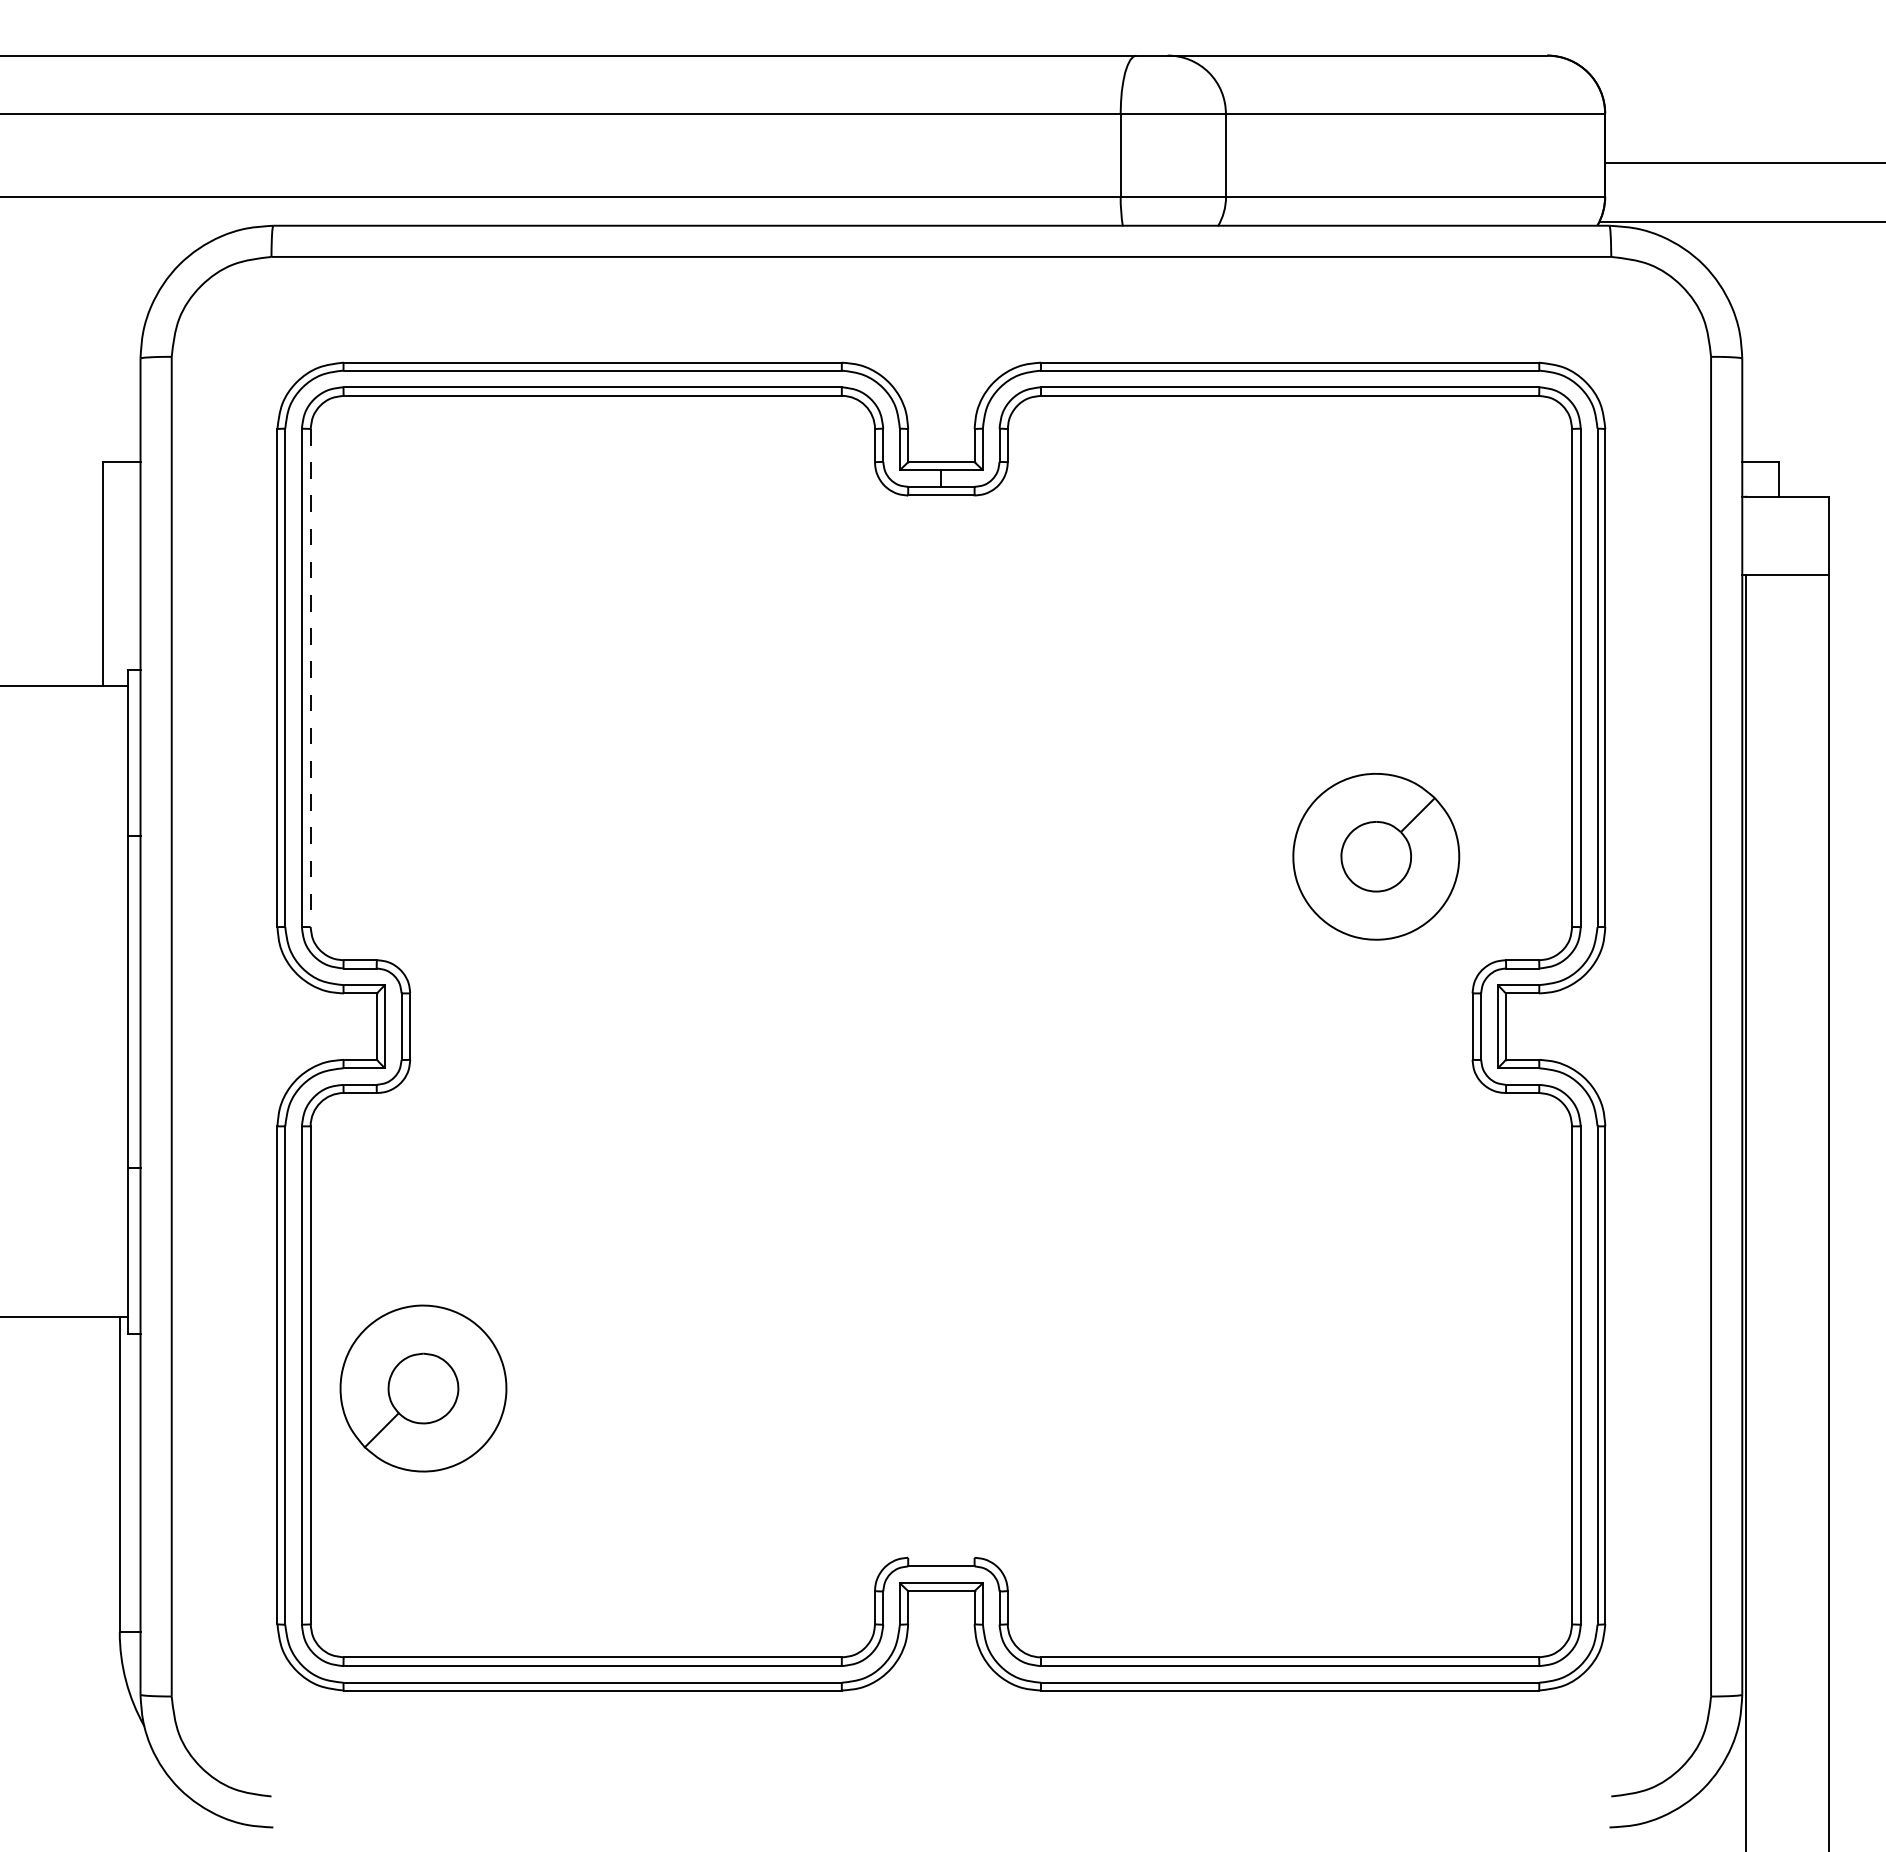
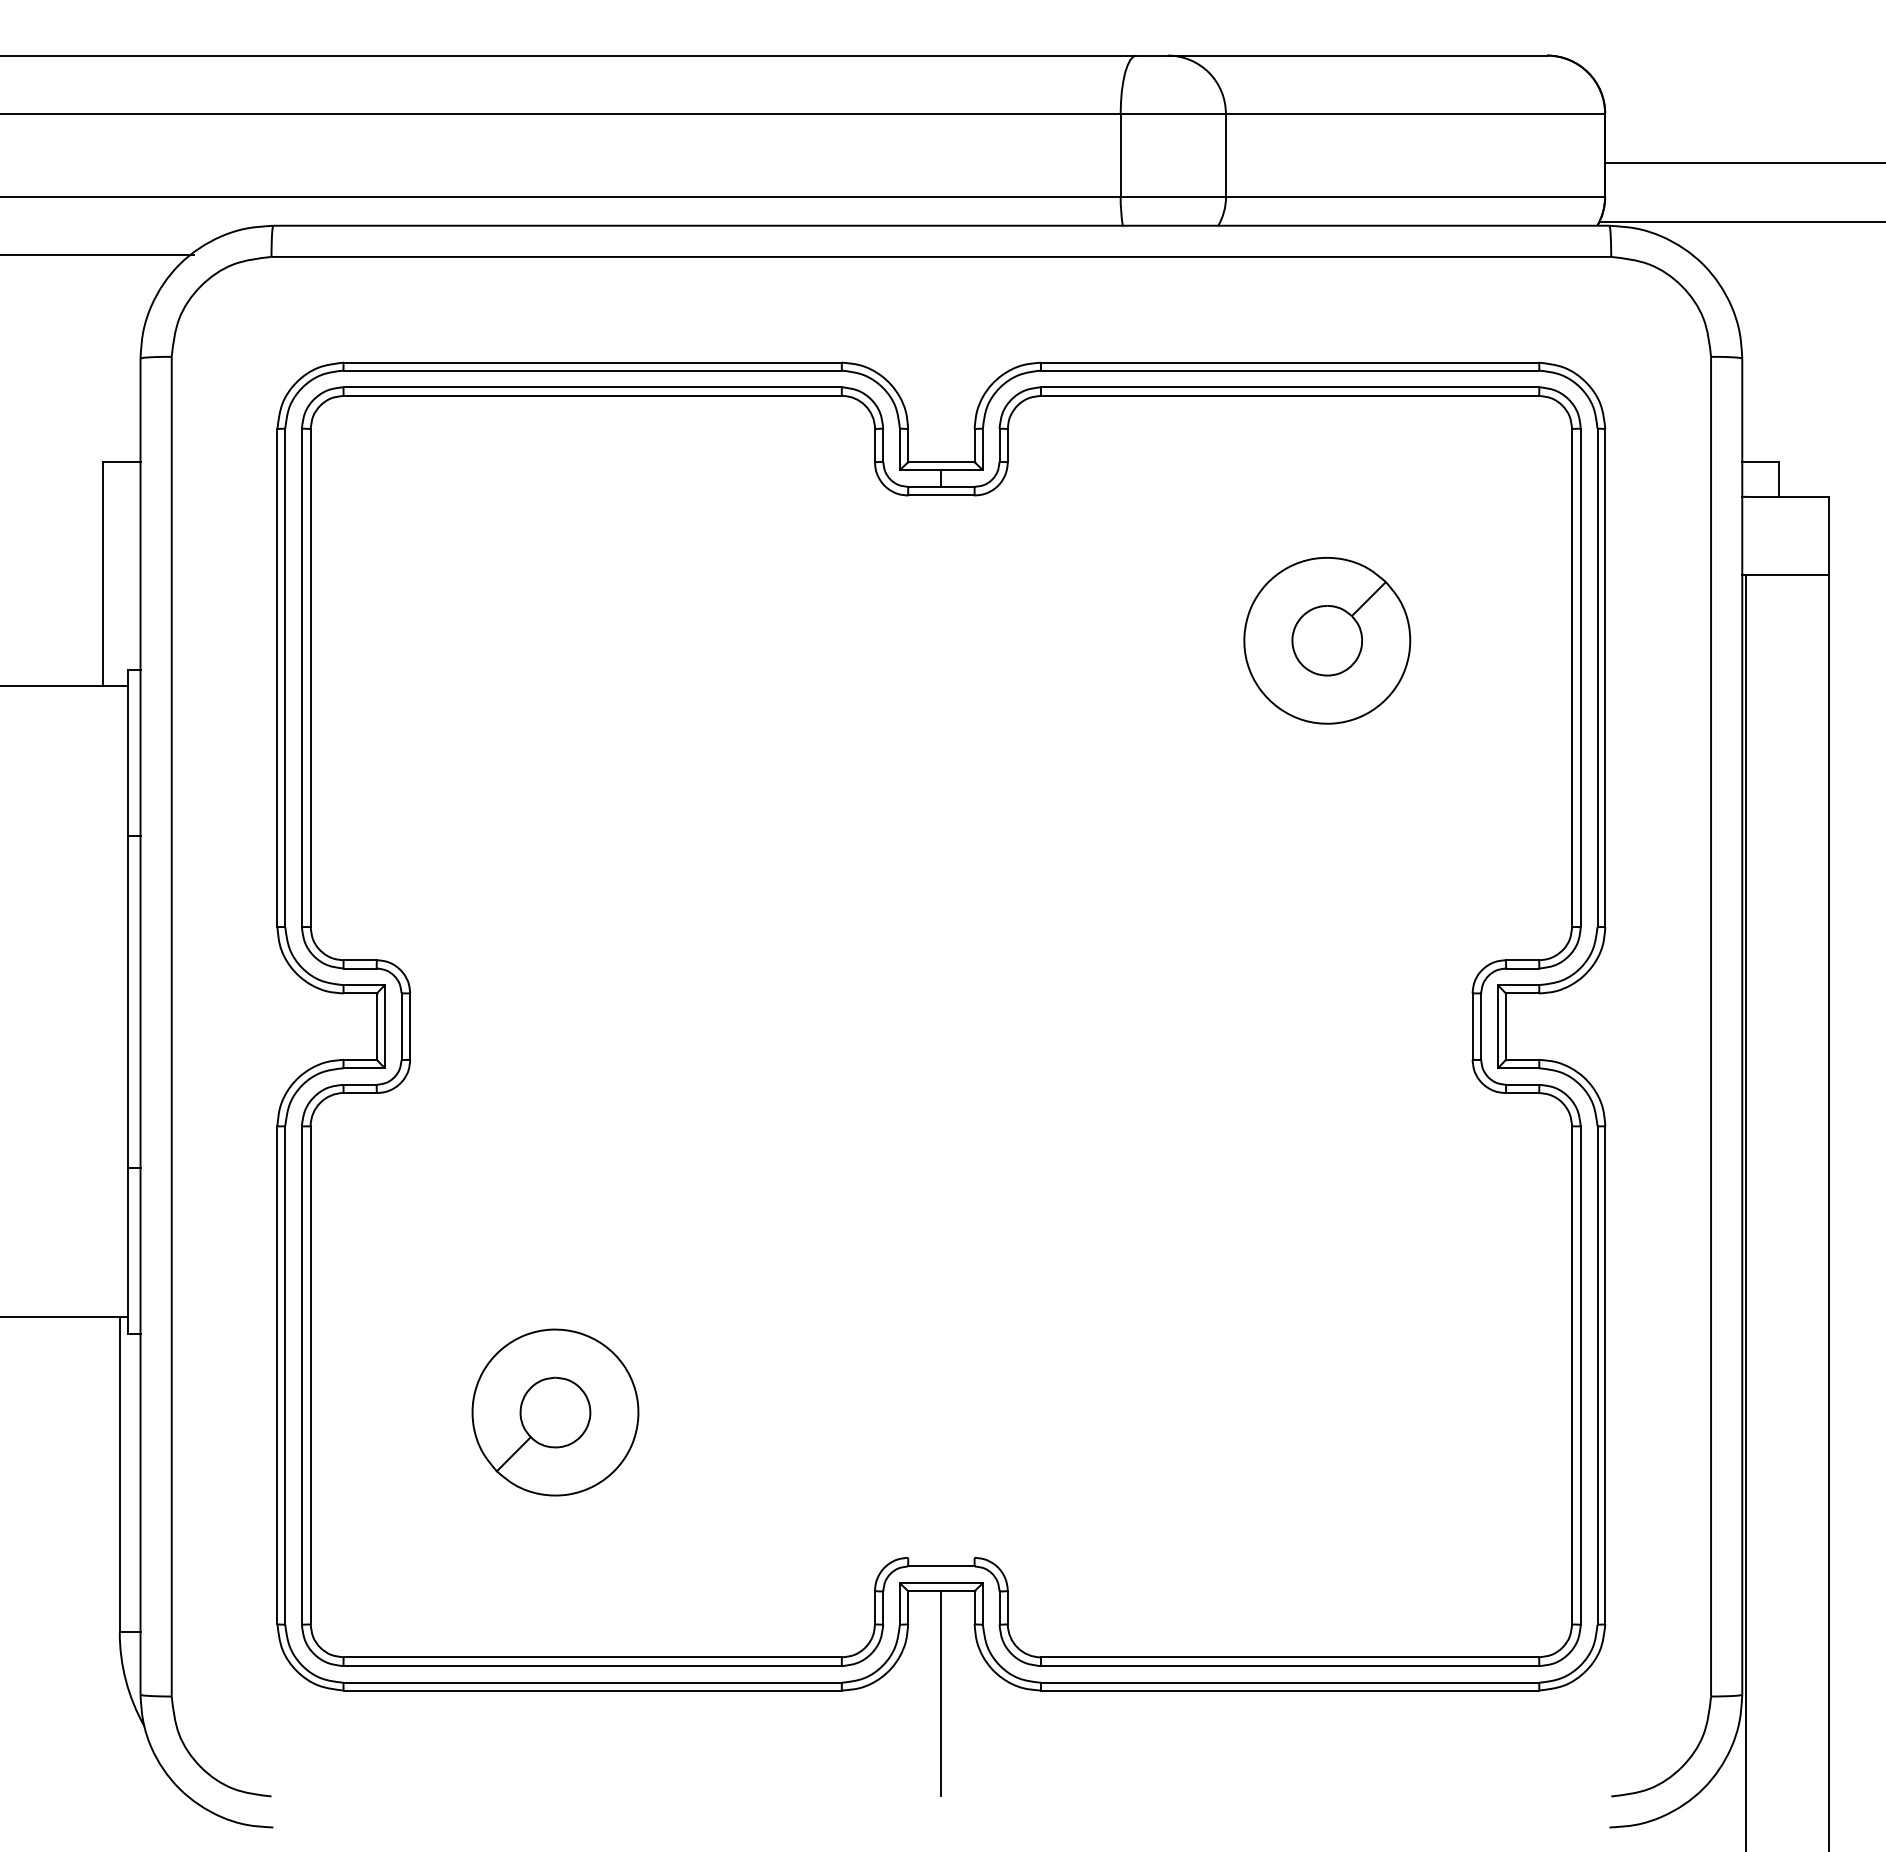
line at (97, 254): none -> present
line at (310, 678): dashed -> solid
part at (1376, 856) position: (1376, 856) -> (1327, 640)
part at (423, 1388) position: (423, 1388) -> (555, 1412)
line at (941, 1693): none -> present
